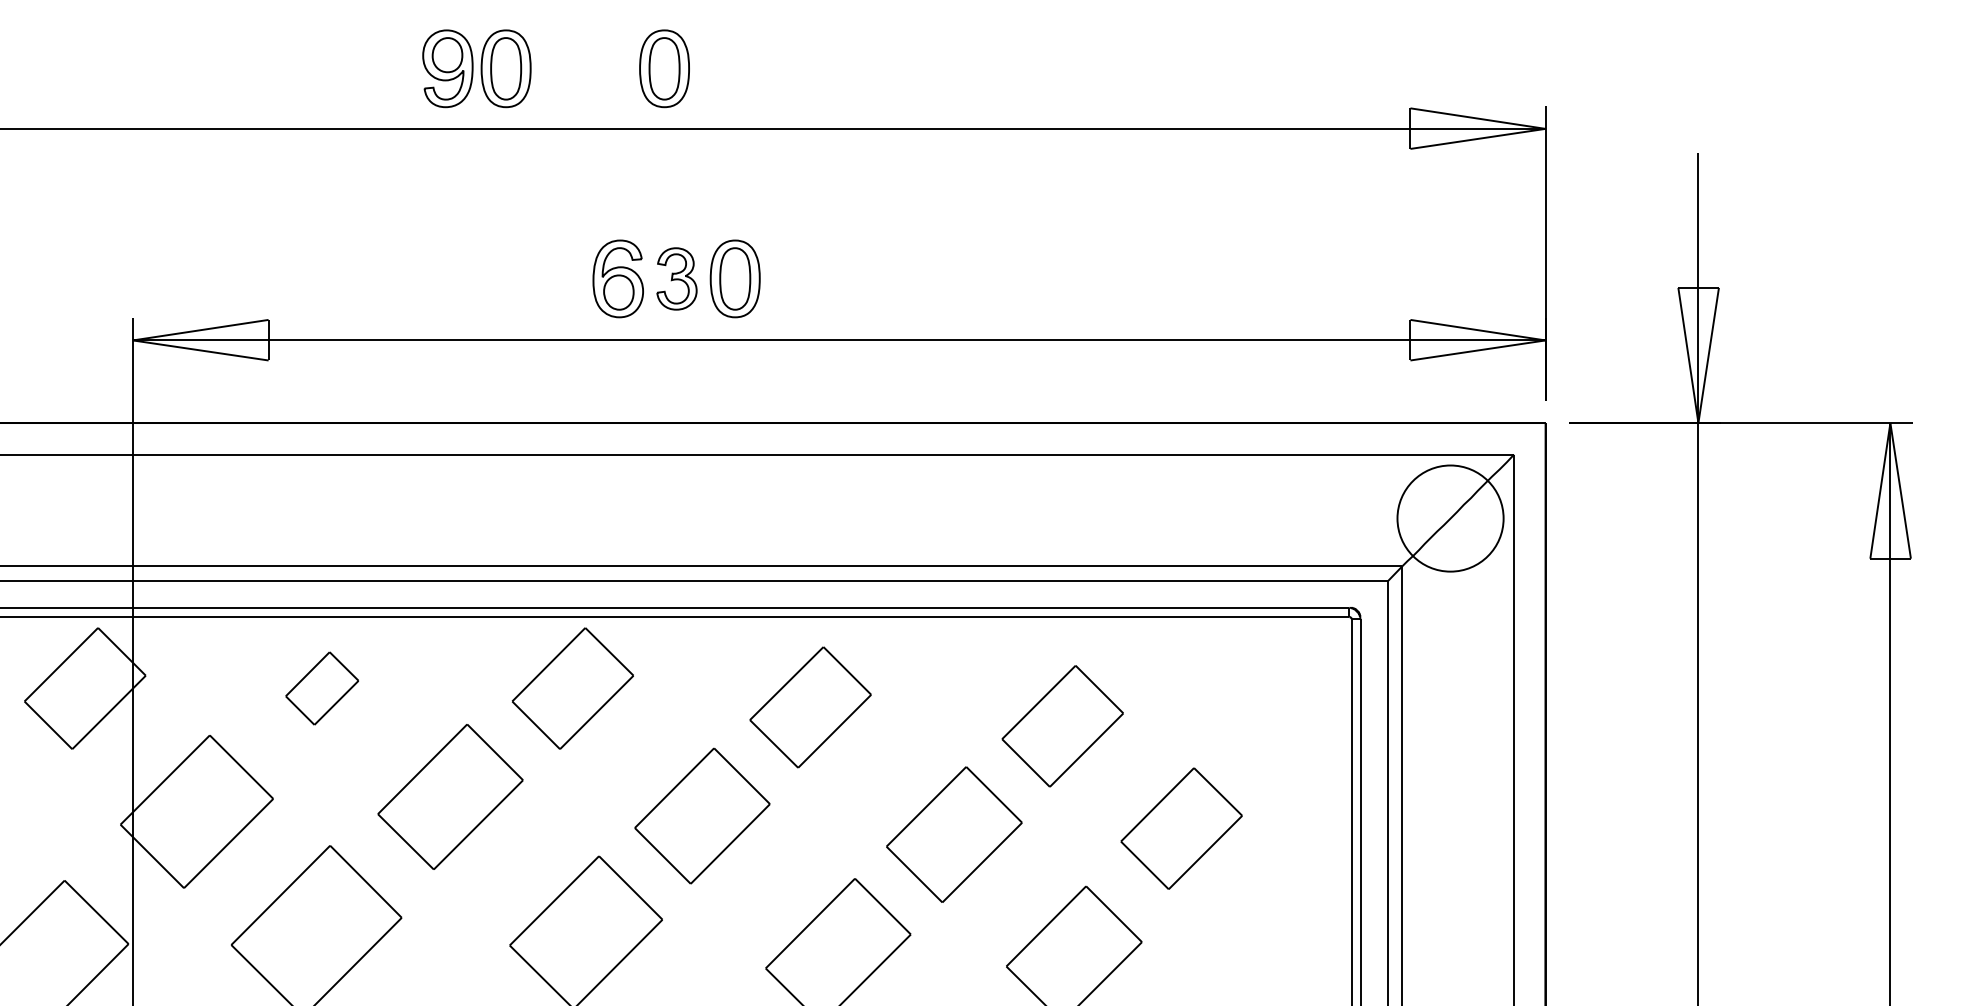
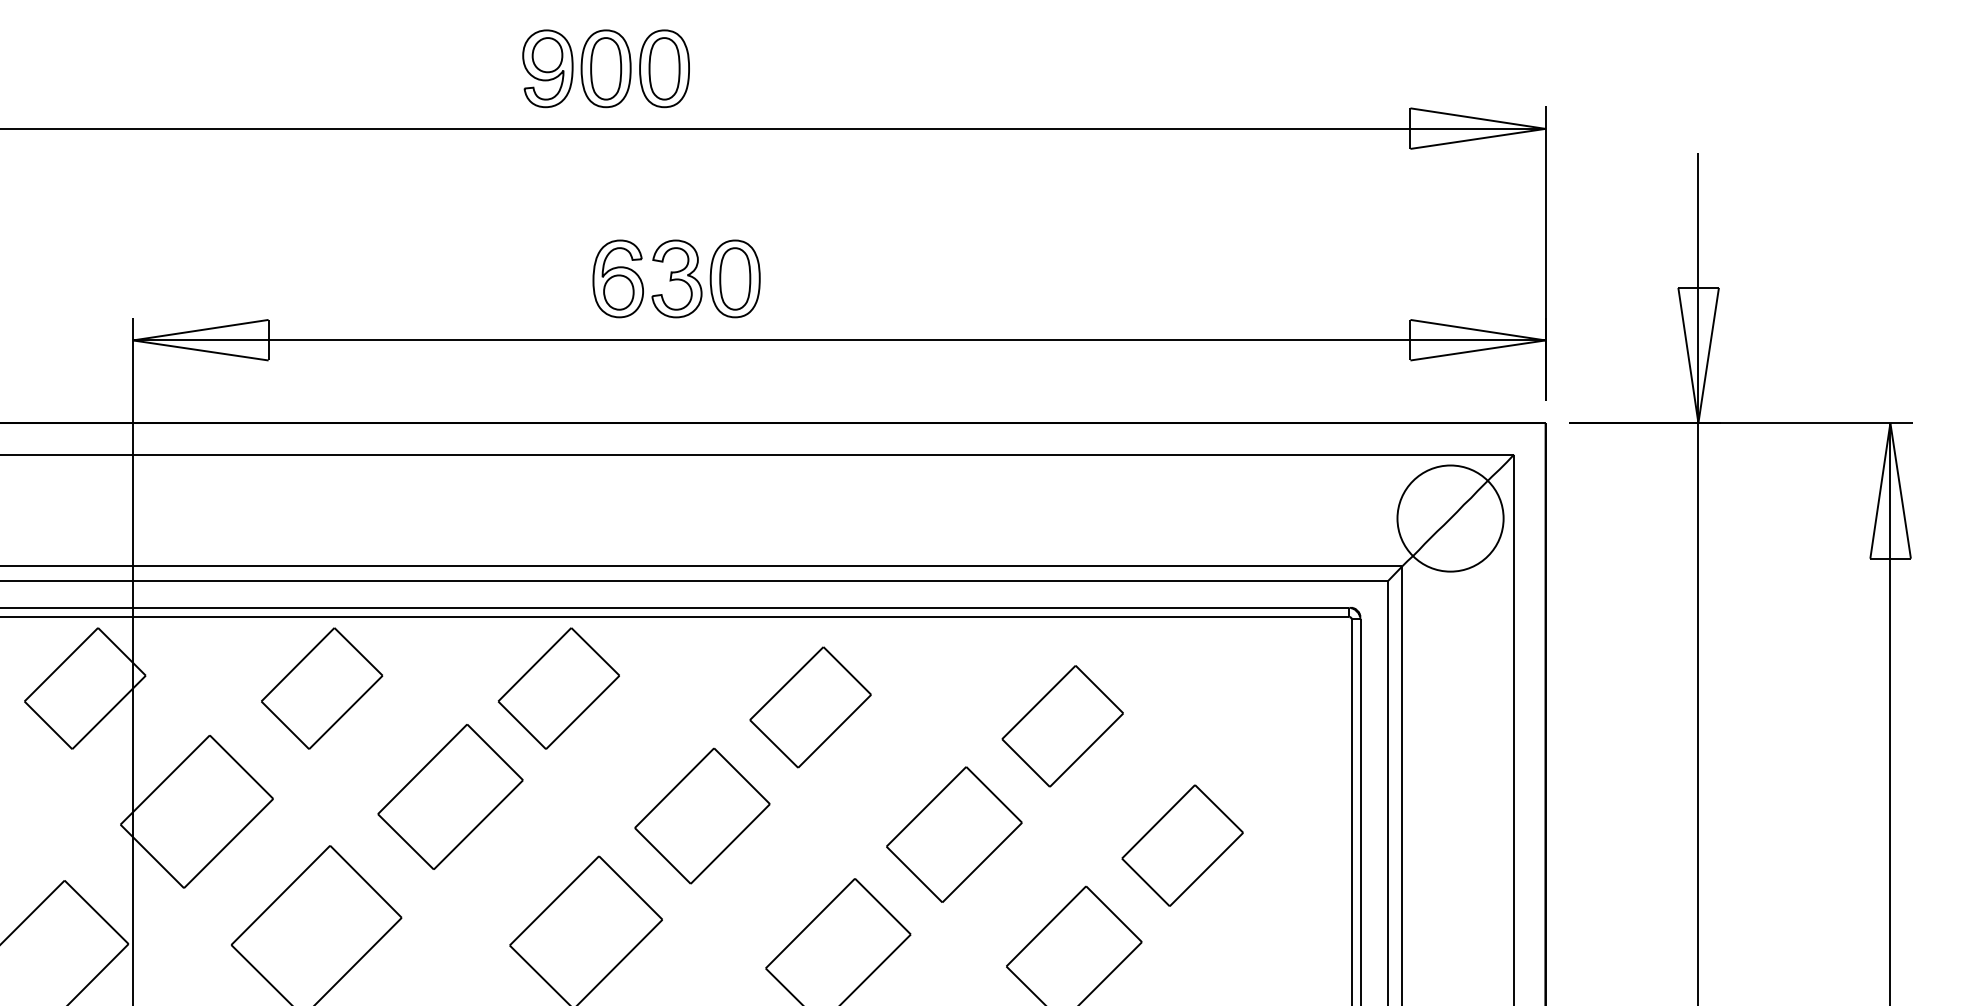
part at (476, 68) position: (476, 68) -> (576, 68)
part at (676, 278) size: 42x64 px -> 52x80 px
part at (321, 688) size: 74x75 px -> 123x123 px
part at (572, 688) position: (572, 688) -> (558, 688)
part at (1181, 828) position: (1181, 828) -> (1182, 845)
